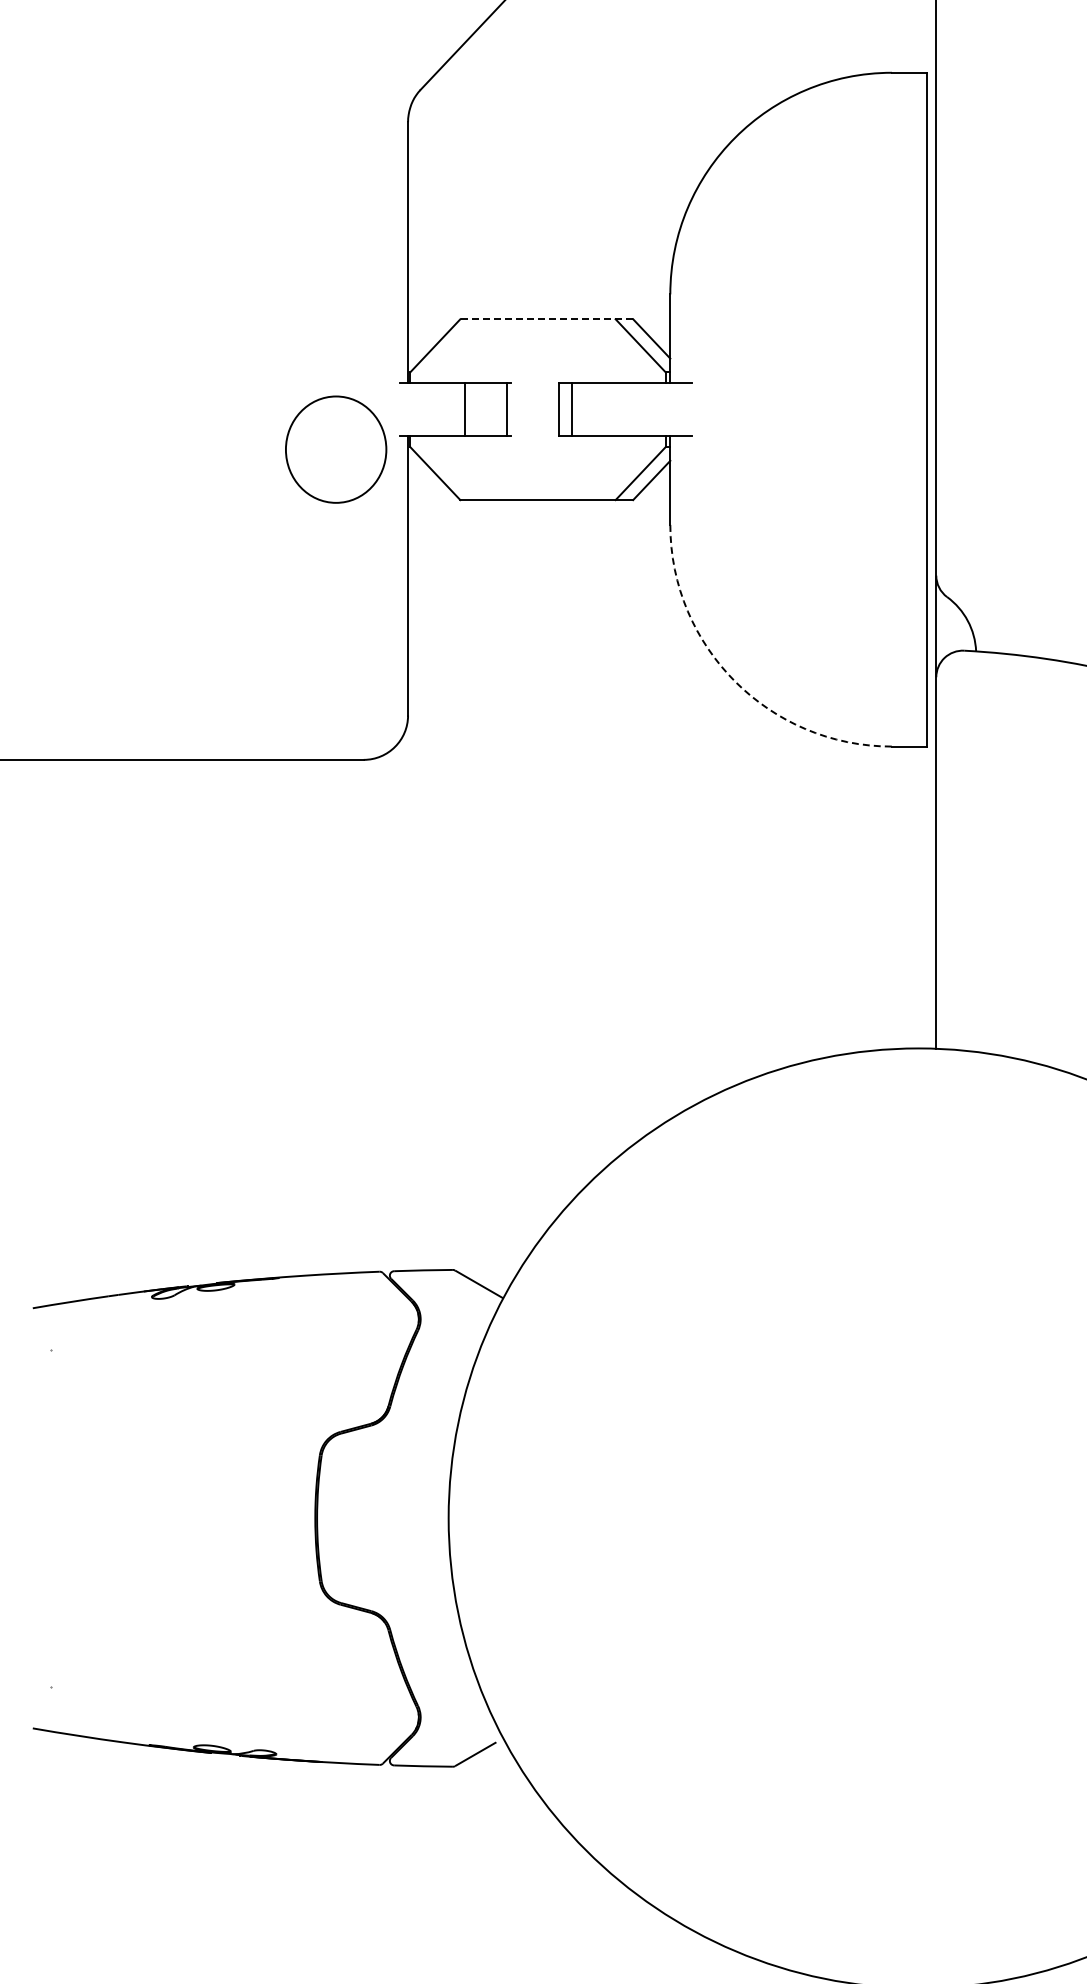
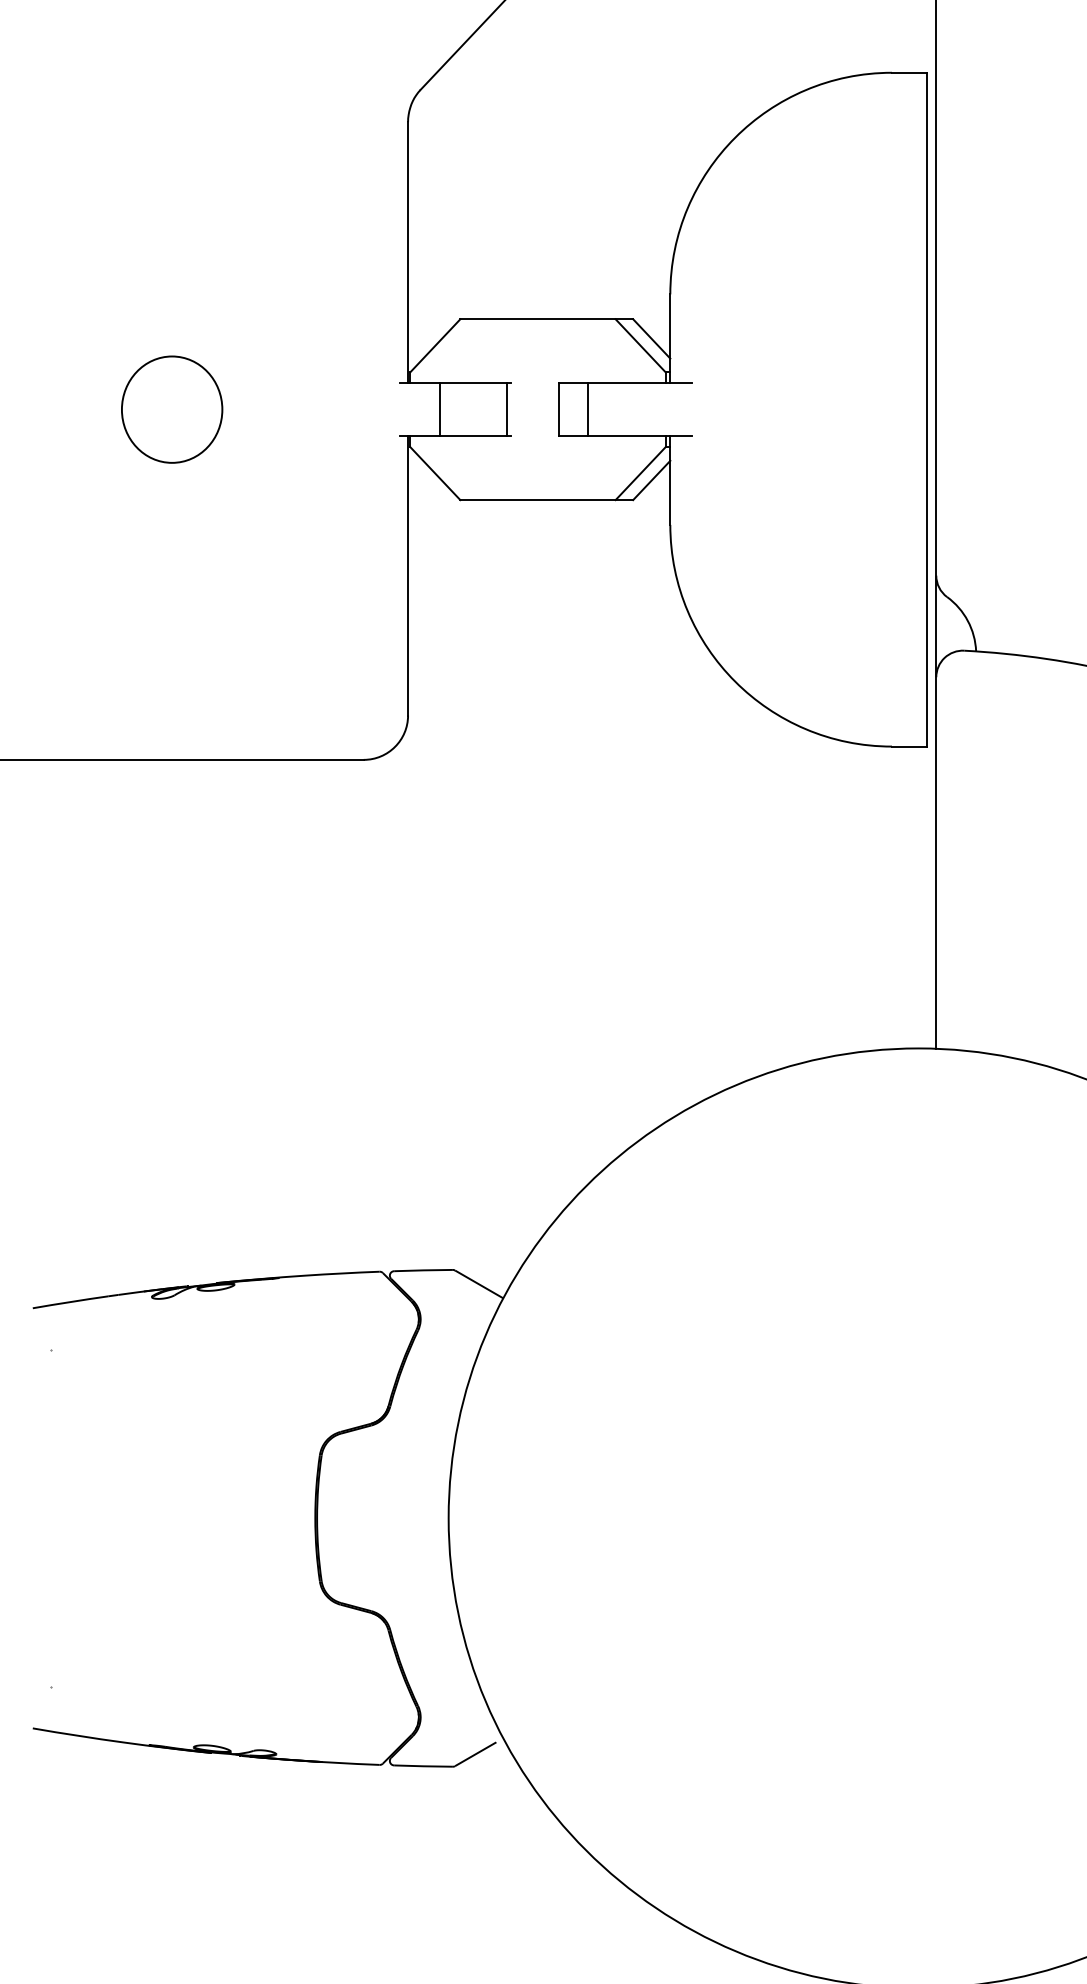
line at (546, 319): dashed -> solid
line at (464, 409) position: (464, 409) -> (439, 409)
line at (572, 409) position: (572, 409) -> (588, 409)
part at (336, 449) position: (336, 449) -> (172, 409)
arc at (735, 681): dashed -> solid
